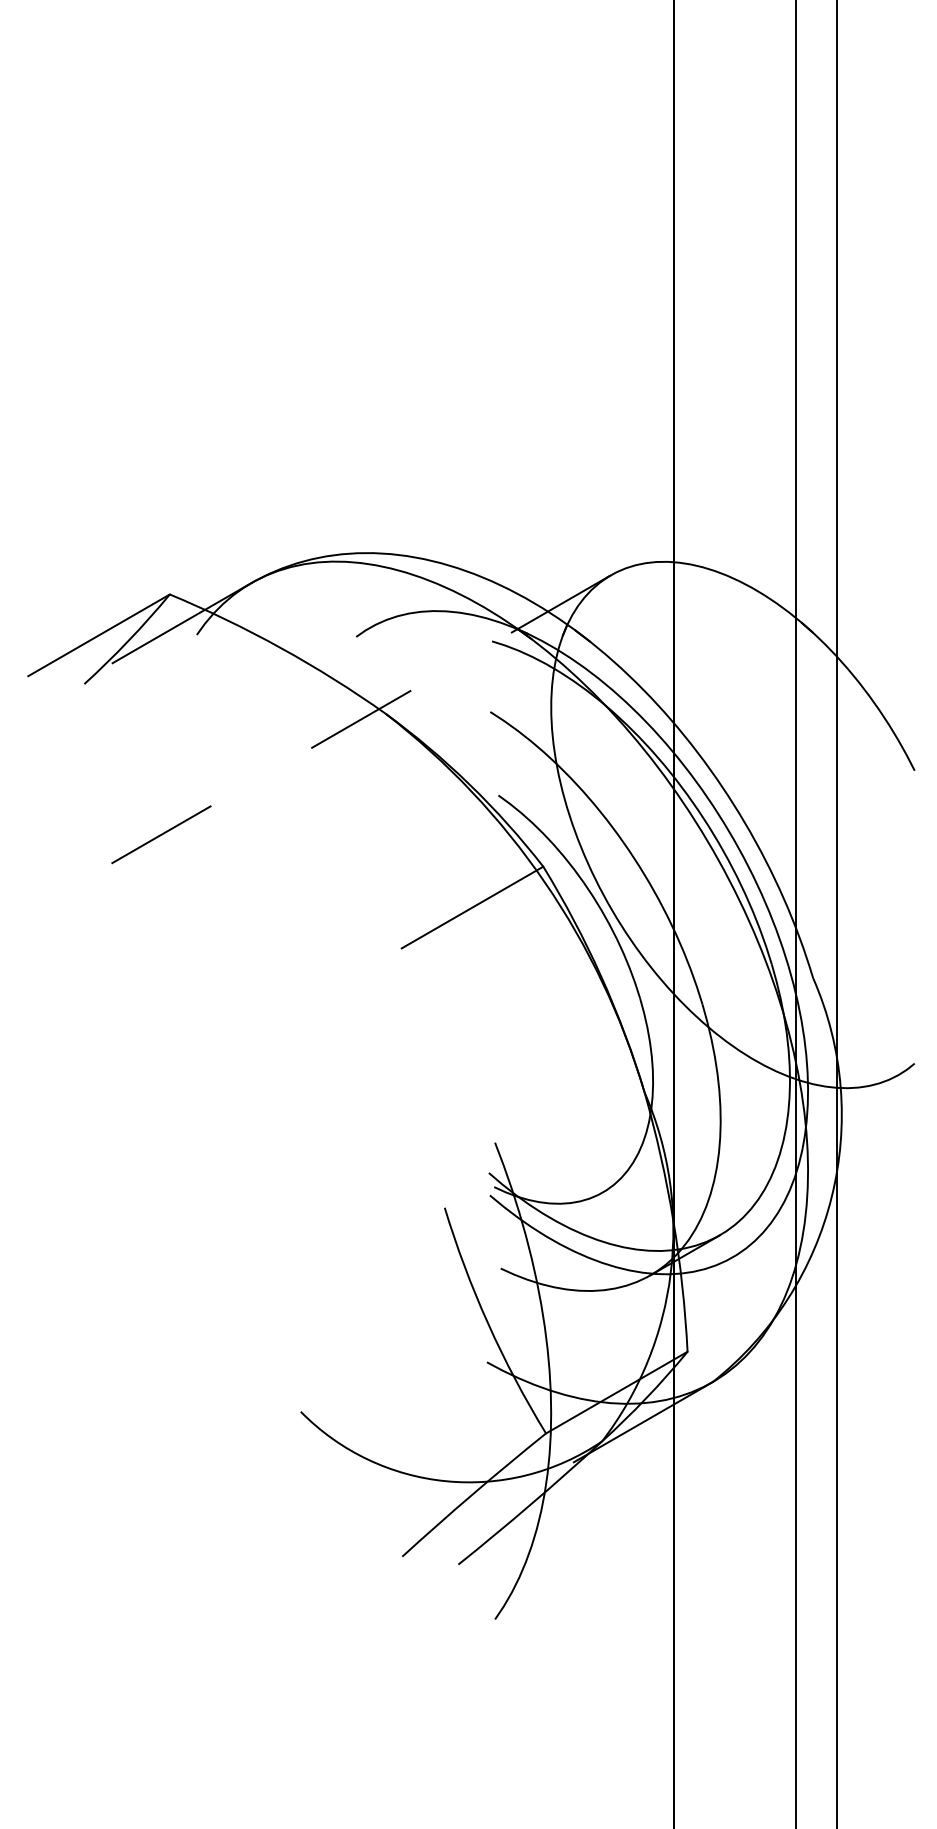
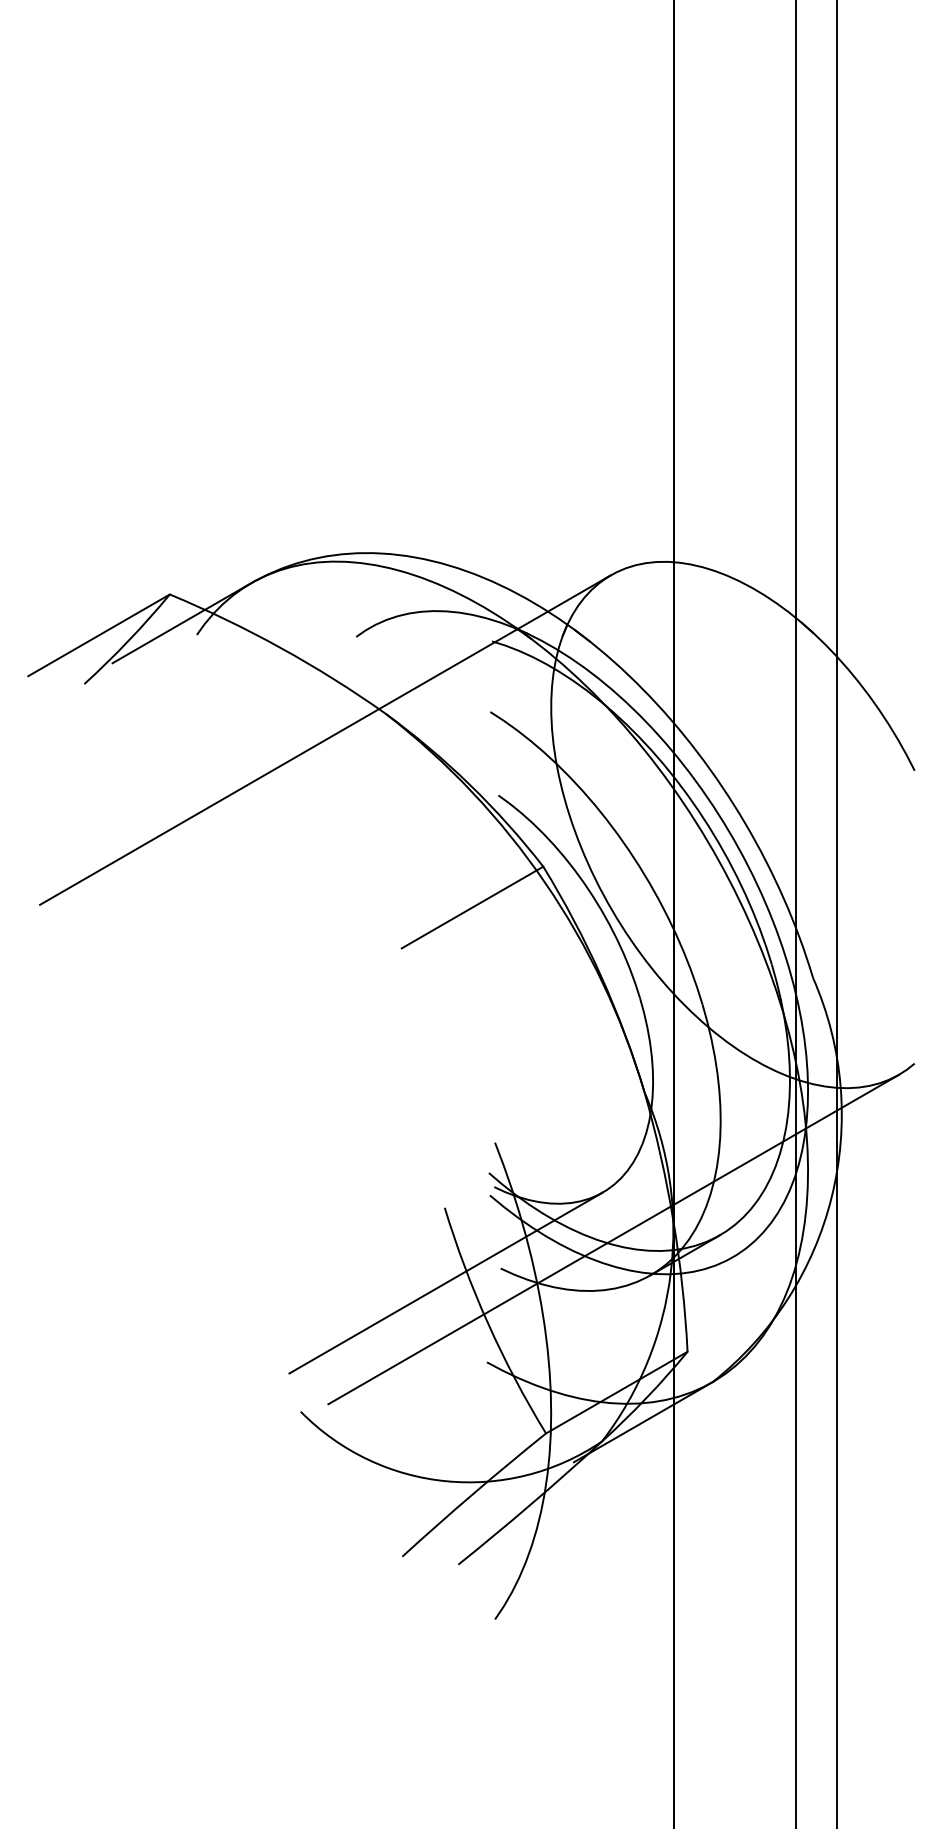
line at (325, 740): dashed -> solid
line at (613, 1239): none -> present
line at (445, 1282): none -> present
